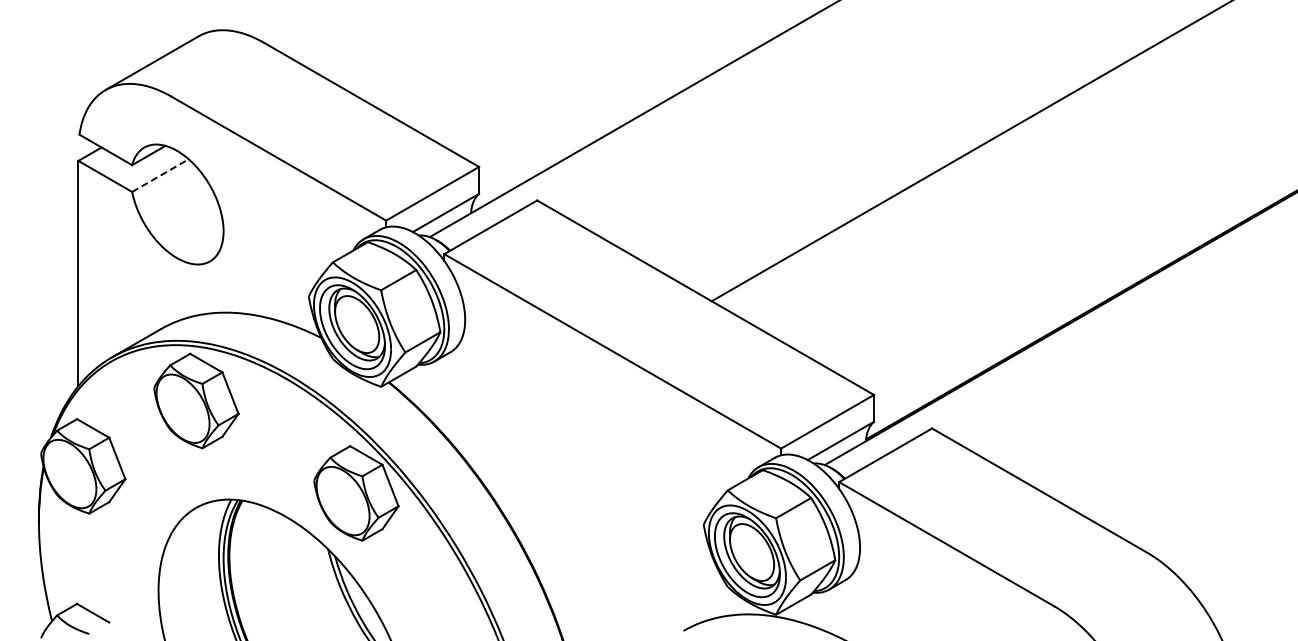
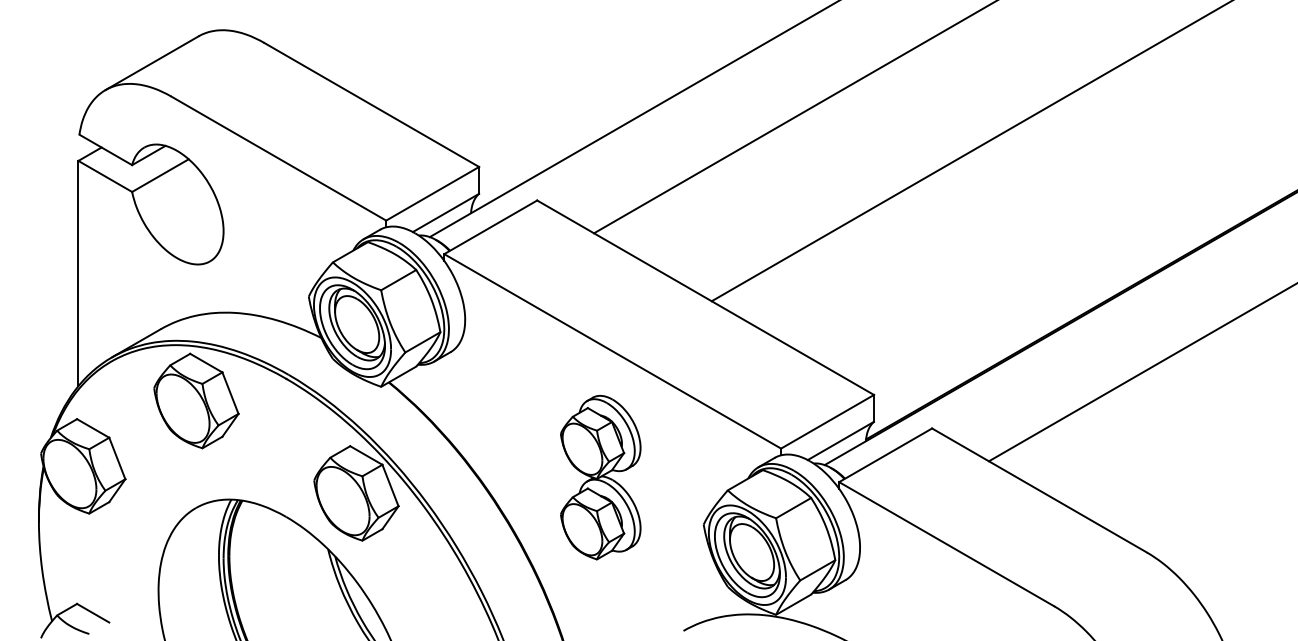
line at (794, 117): none -> present
line at (160, 175): dashed -> solid
line at (1141, 372): none -> present
part at (600, 477): none -> present
